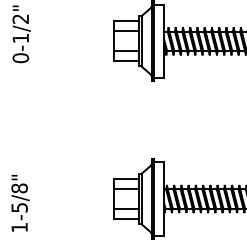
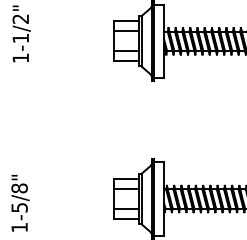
text at (20, 58): 0-1/2" -> 1-1/2"
